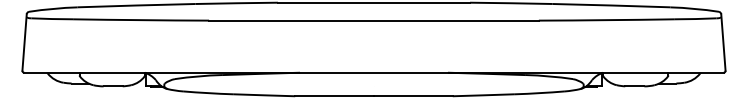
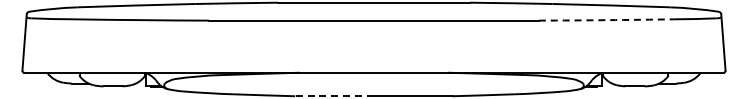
arc at (606, 20): solid -> dashed
line at (334, 96): solid -> dashed
